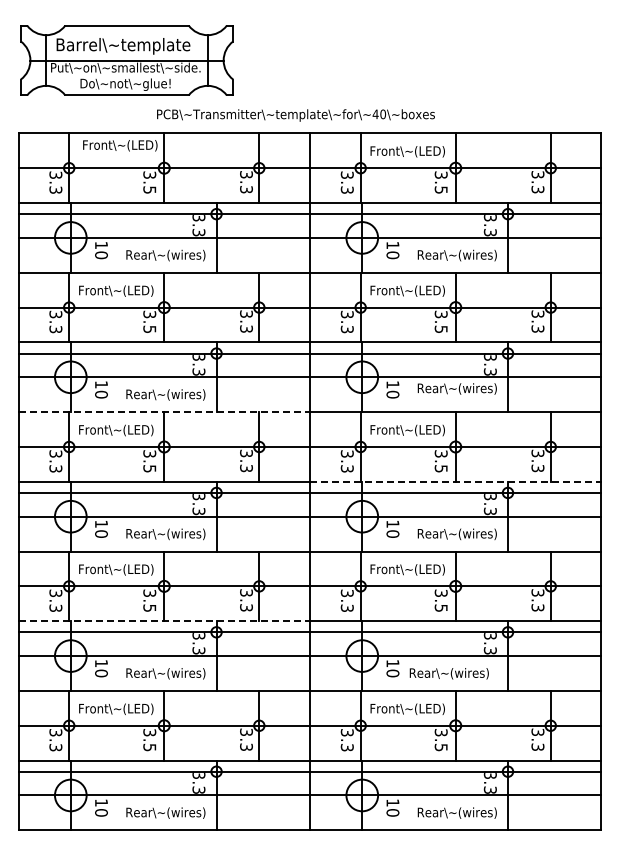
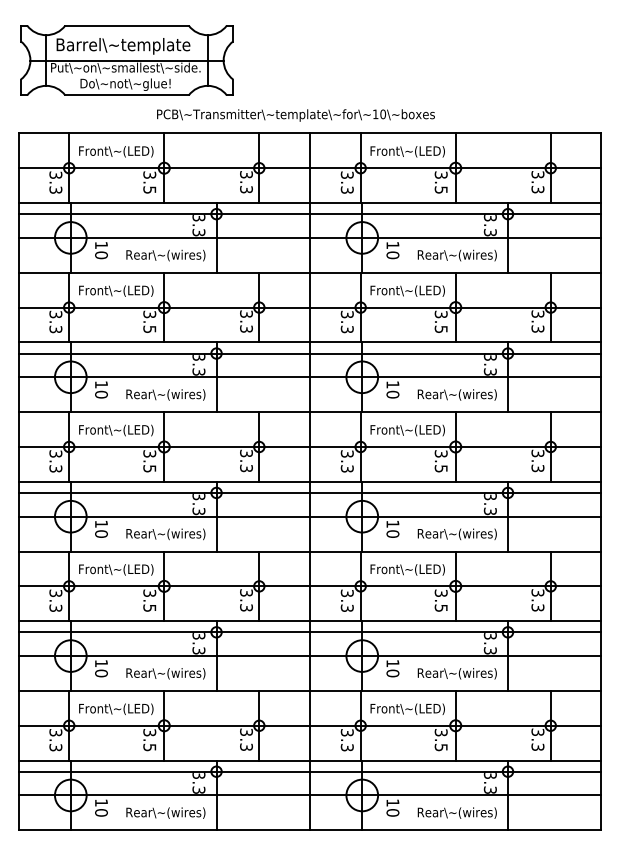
text at (375, 114): 40 -> 10
text at (120, 145) position: (120, 145) -> (116, 151)
text at (456, 388) position: (456, 388) -> (456, 394)
line at (164, 412): dashed -> solid
line at (455, 481): dashed -> solid
line at (164, 621): dashed -> solid
text at (448, 673) position: (448, 673) -> (456, 673)
